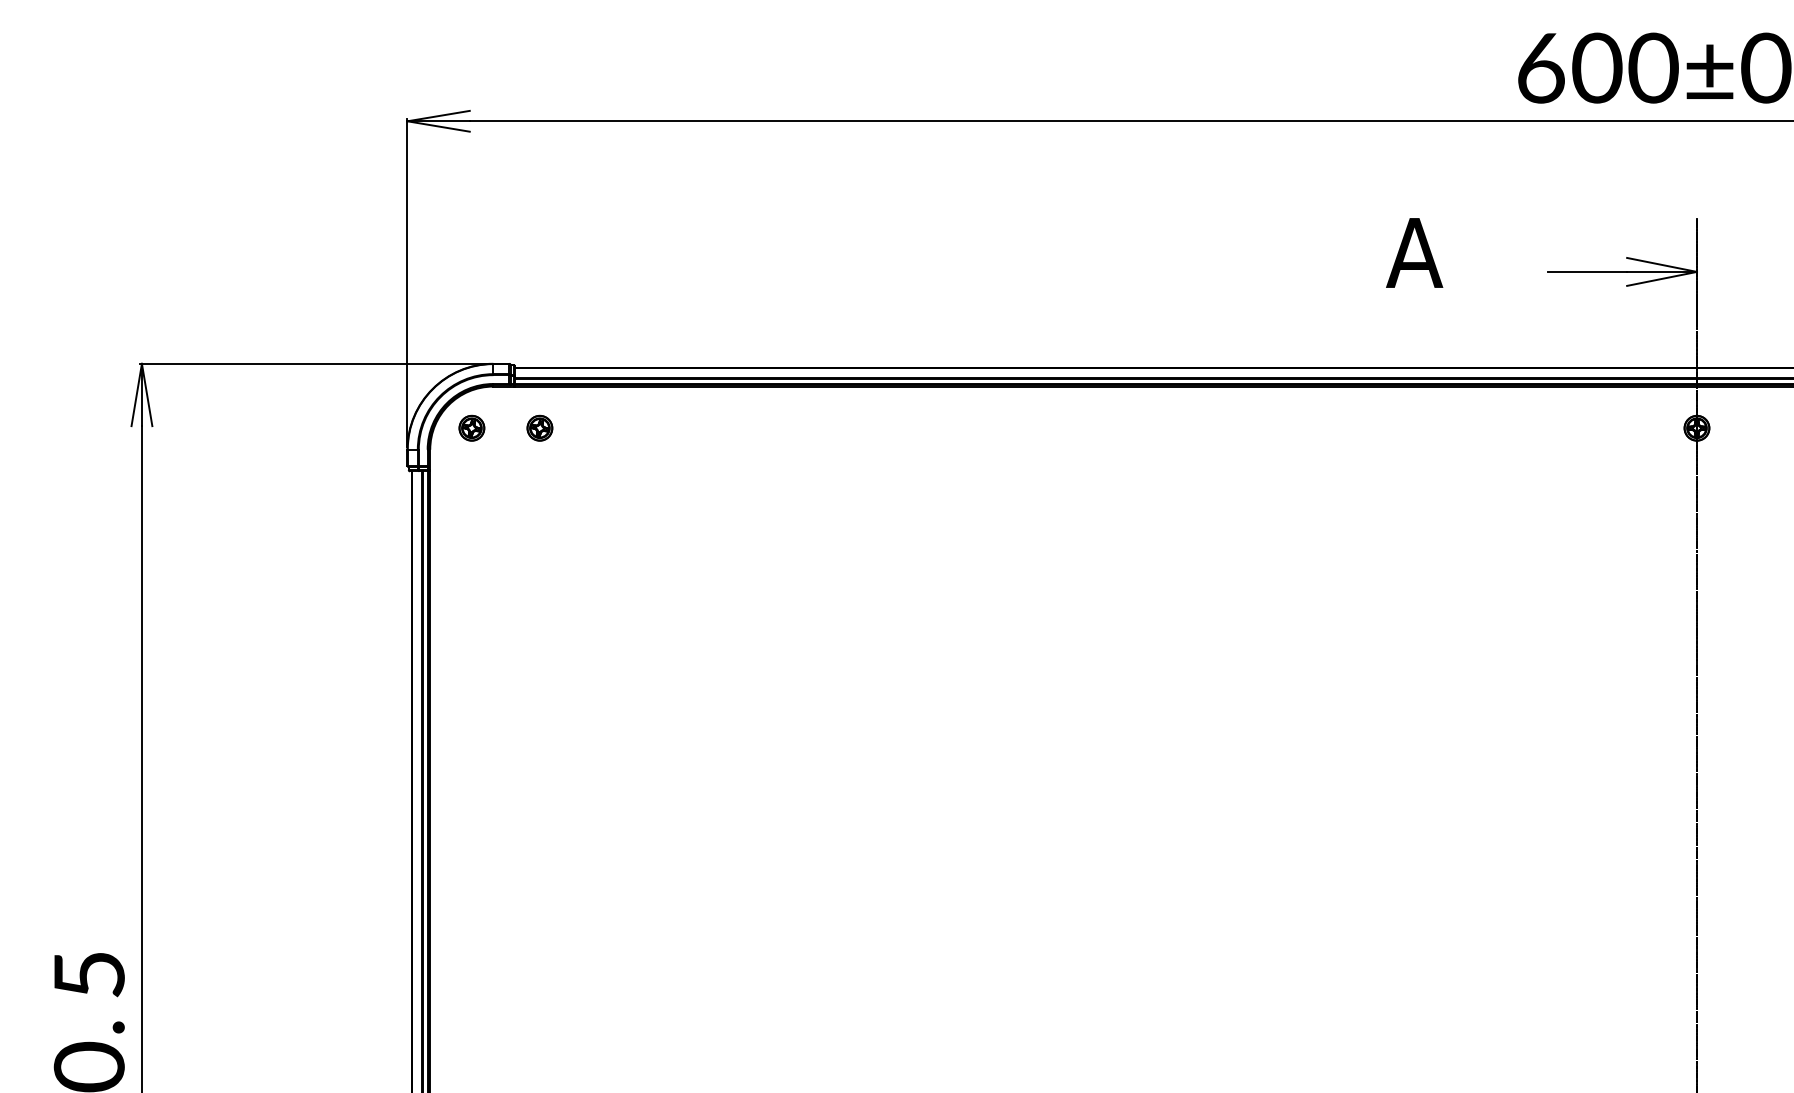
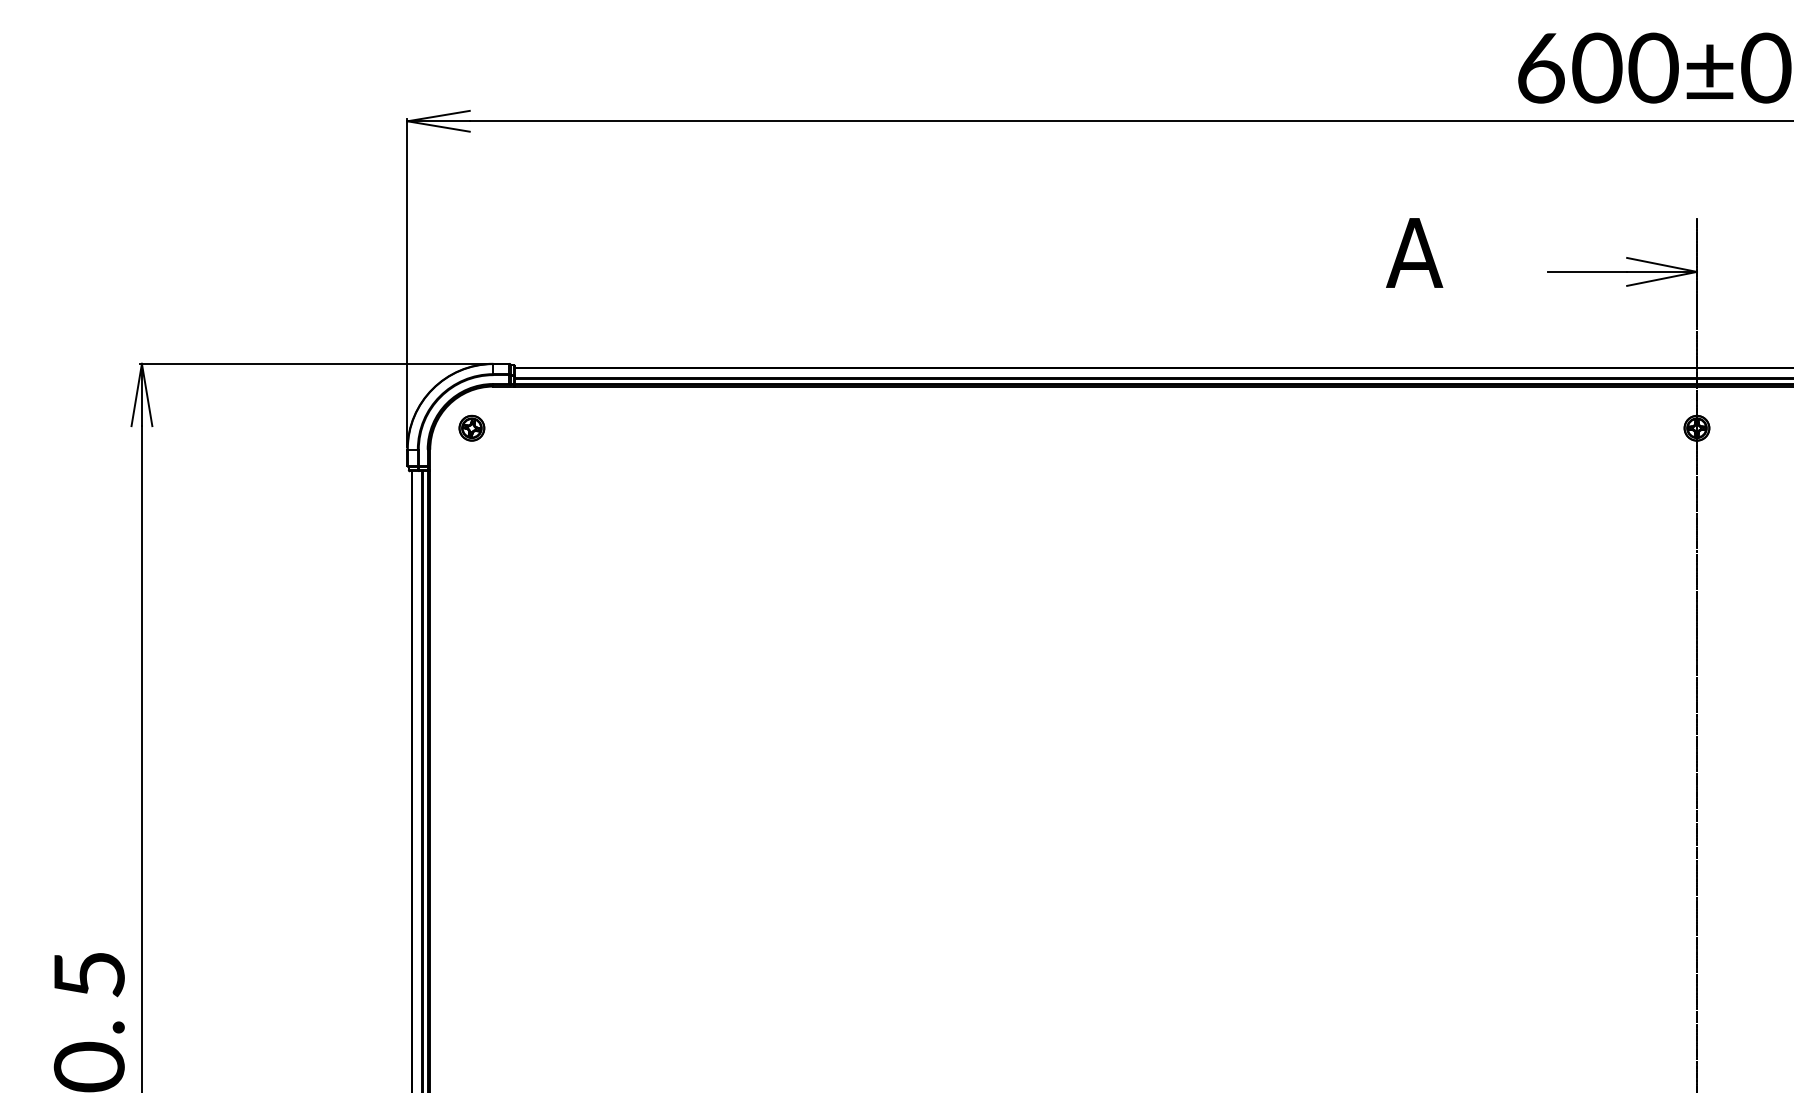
part at (539, 427): present -> none
